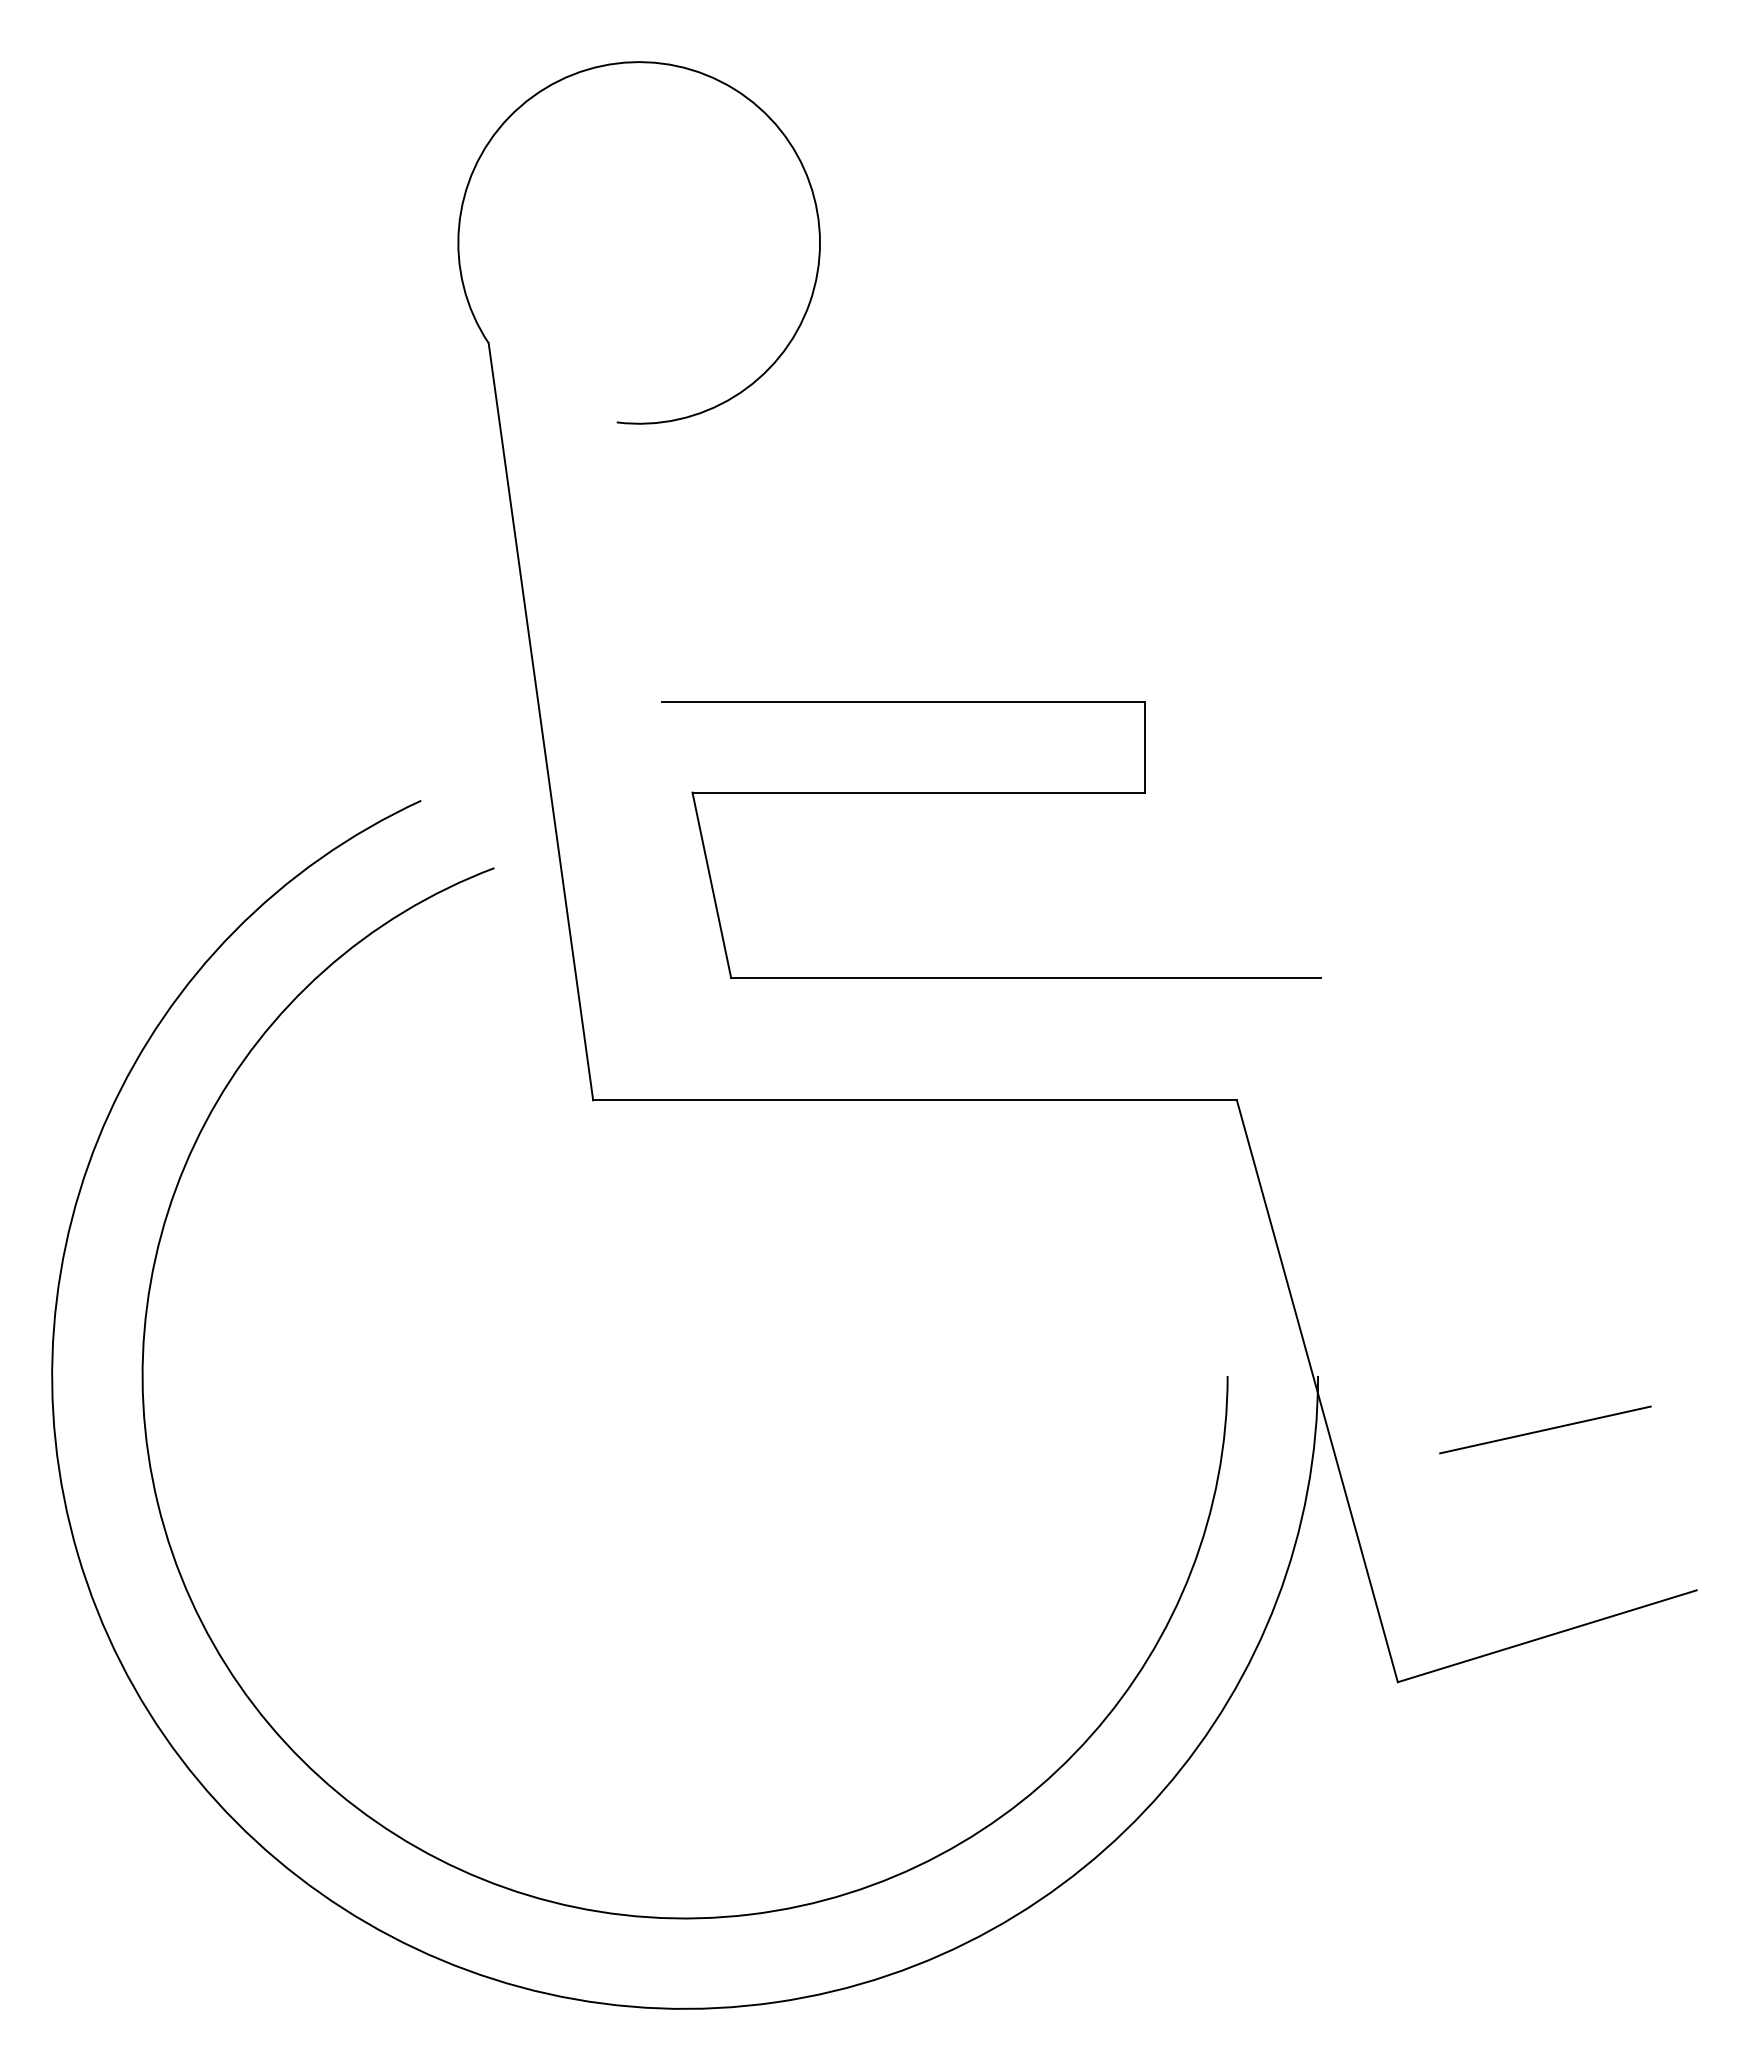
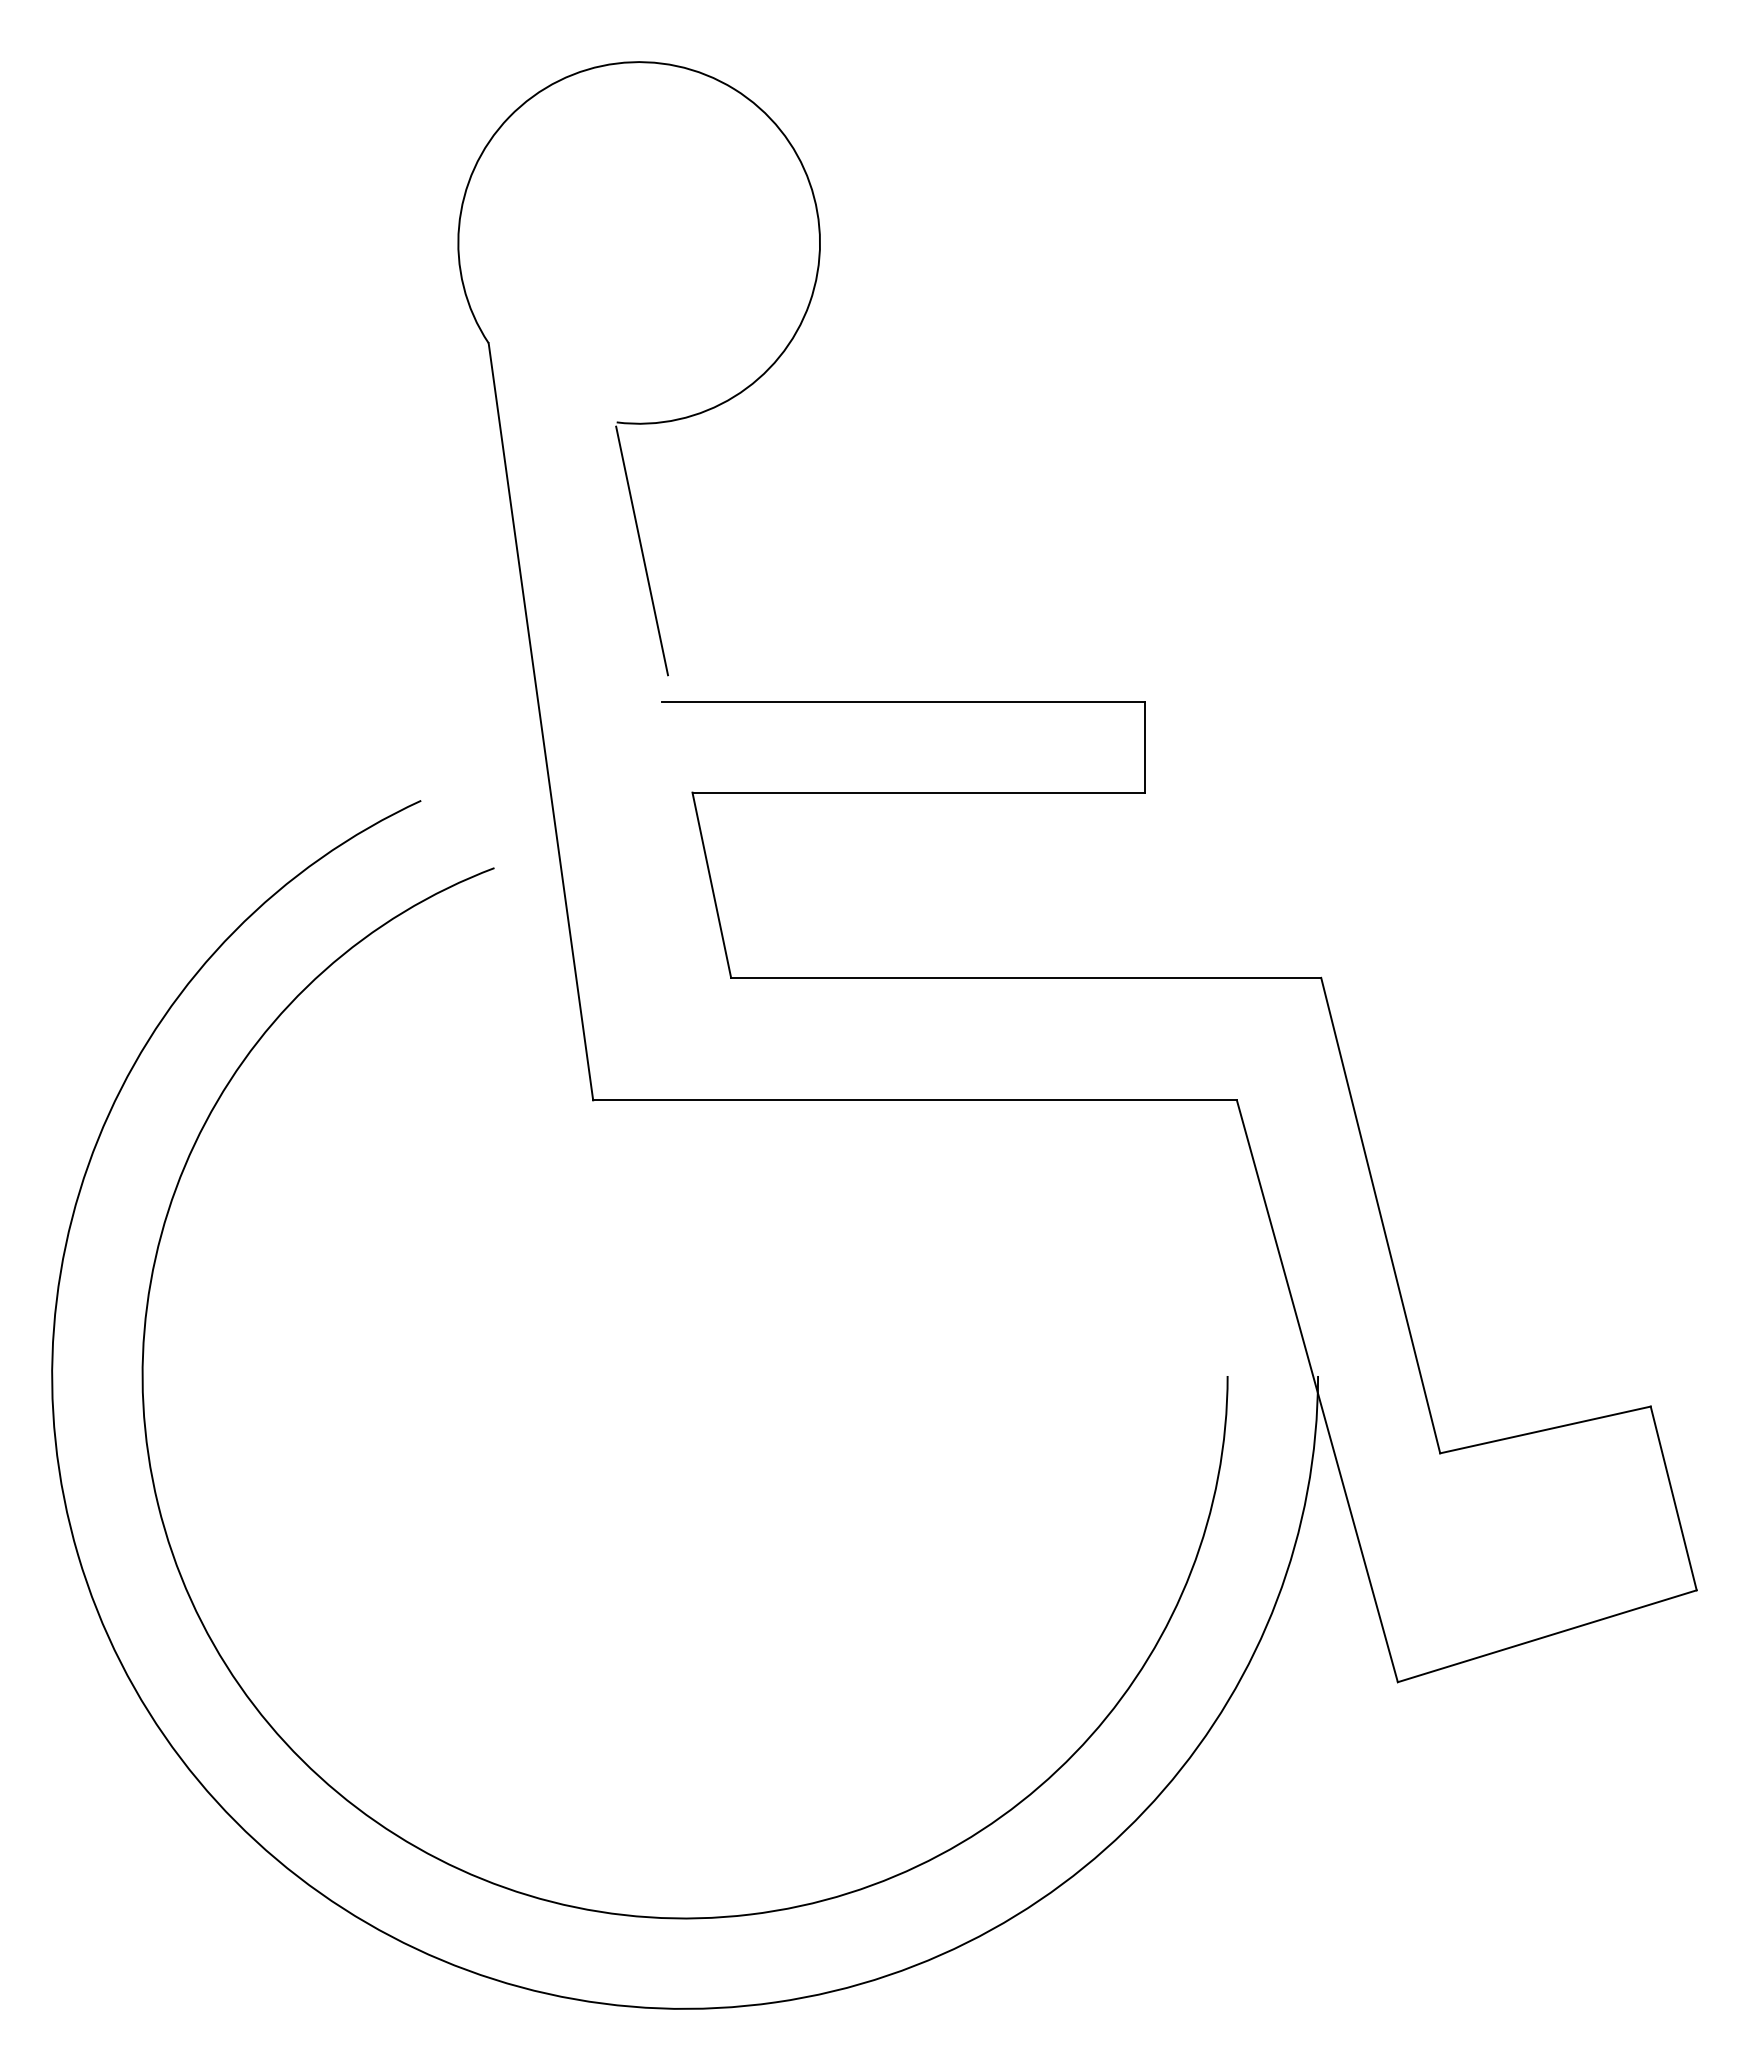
line at (642, 550): none -> present
line at (1380, 1215): none -> present
line at (1673, 1498): none -> present
